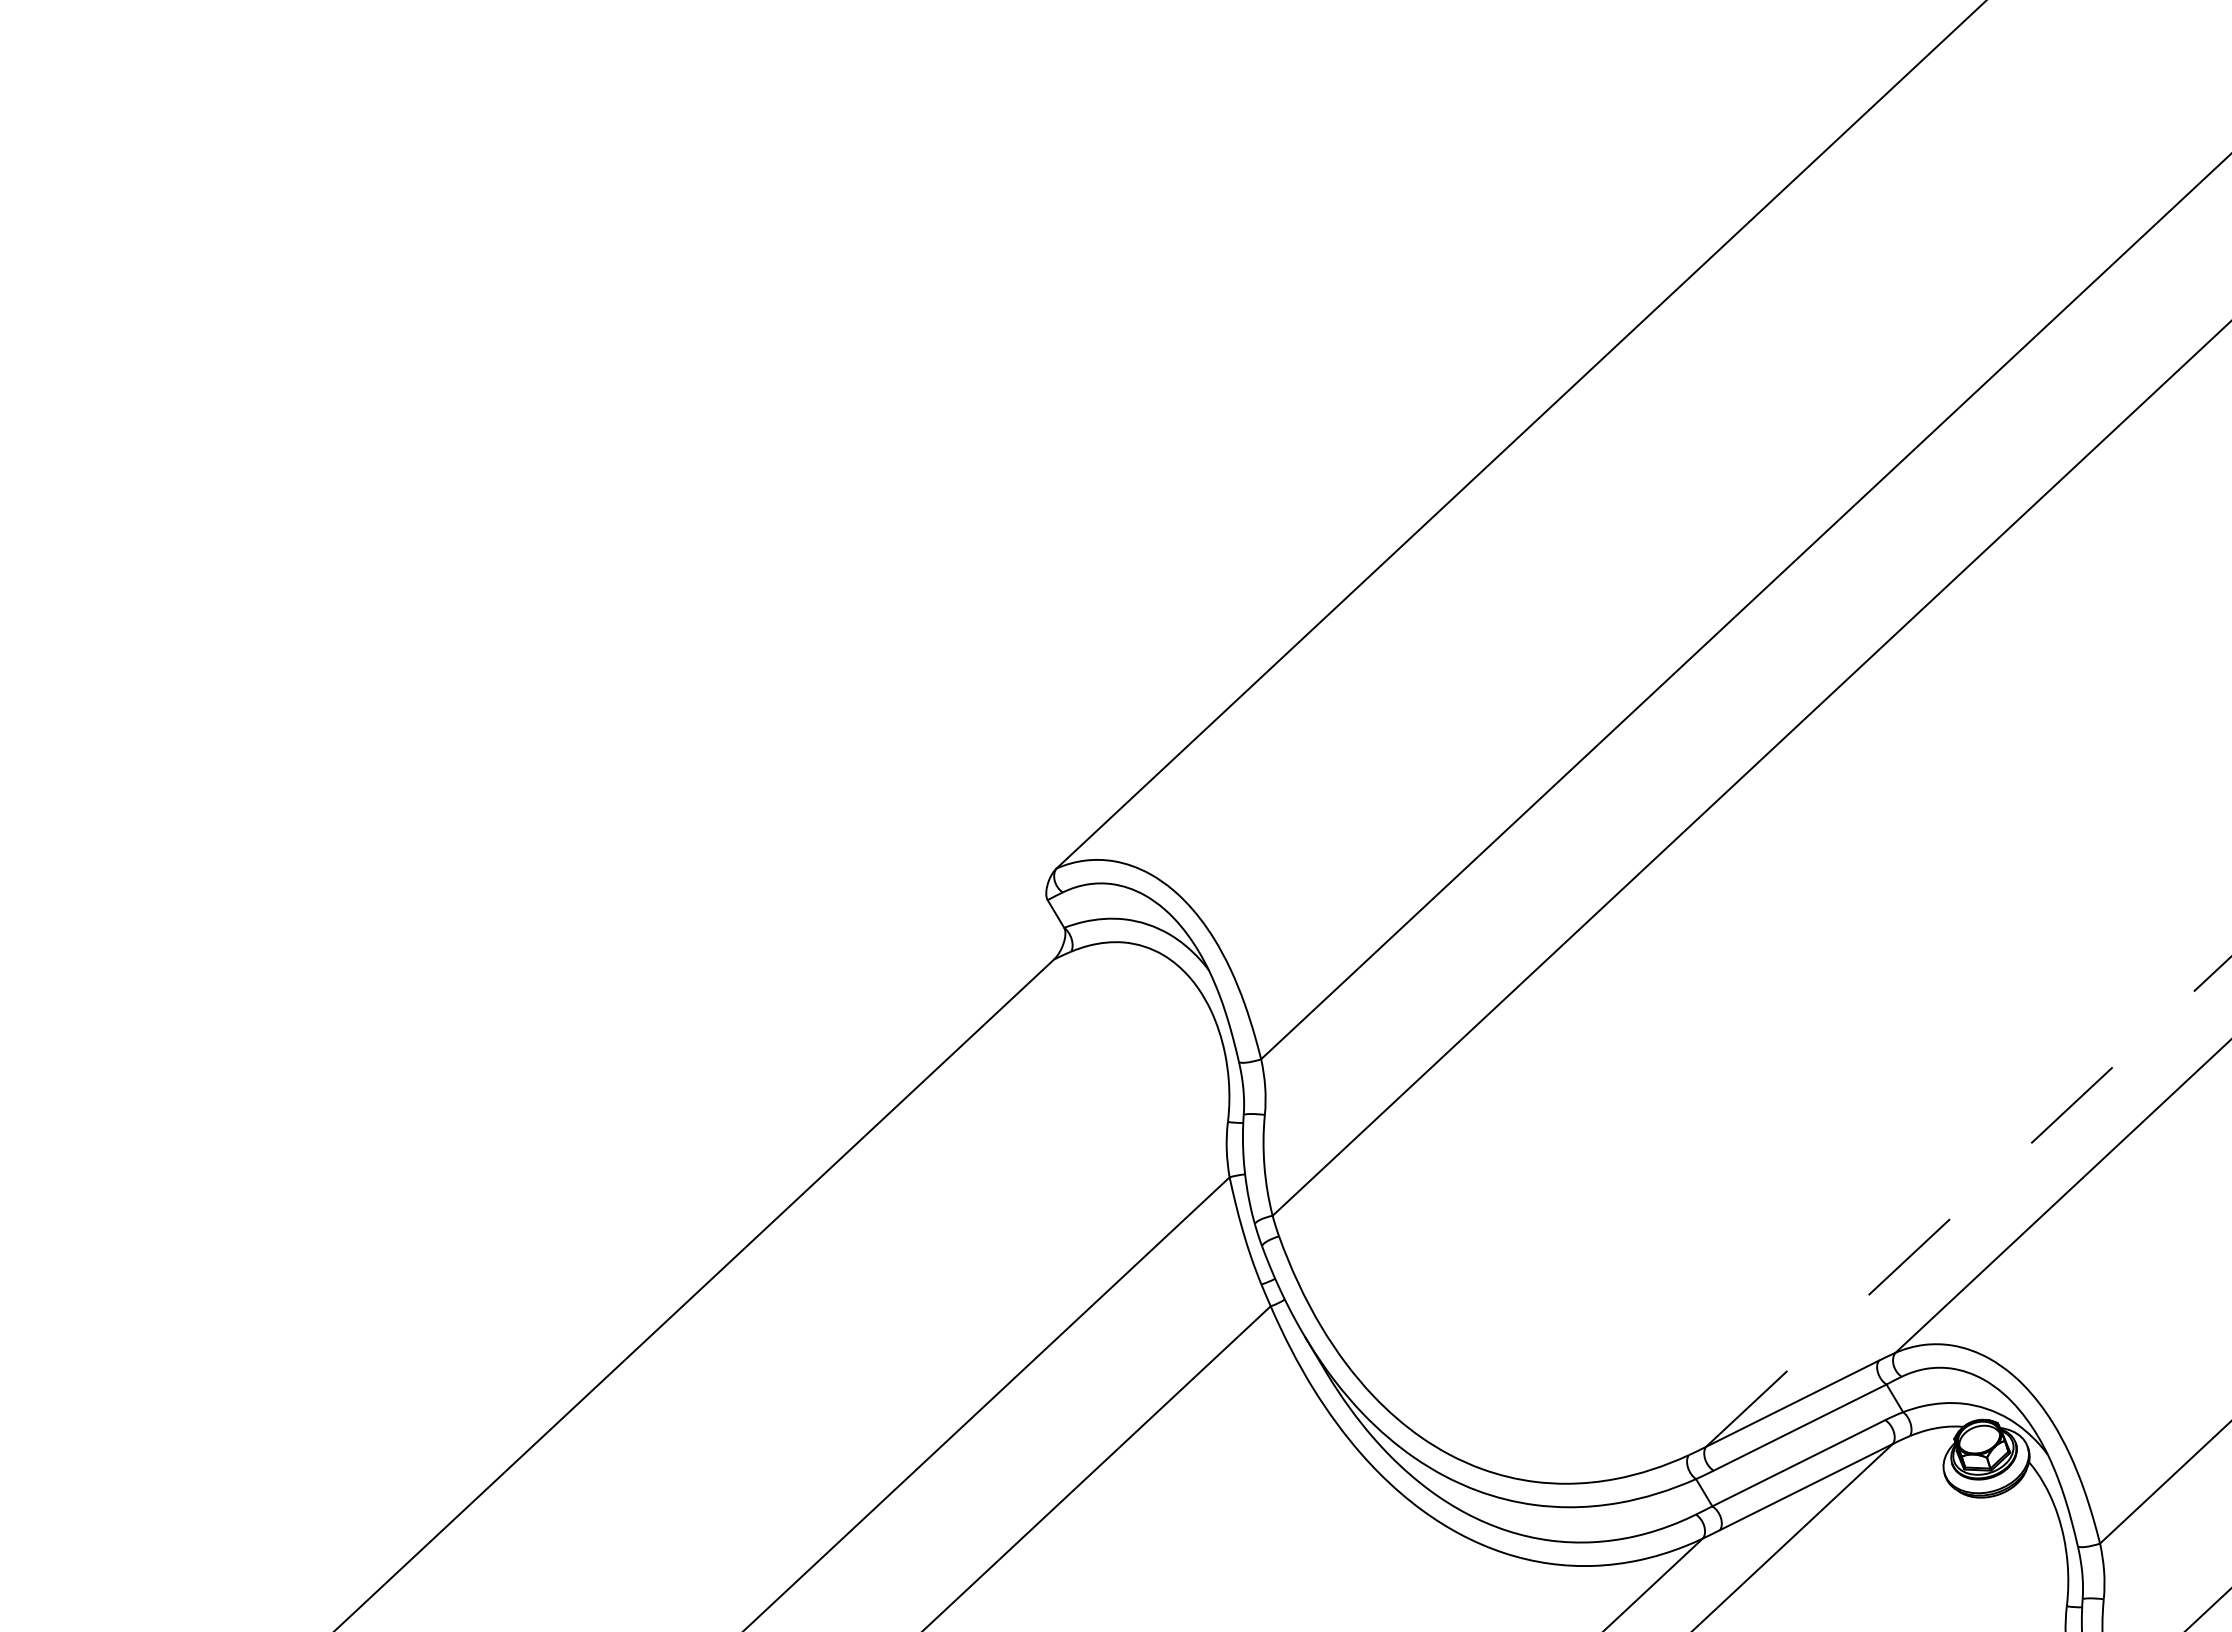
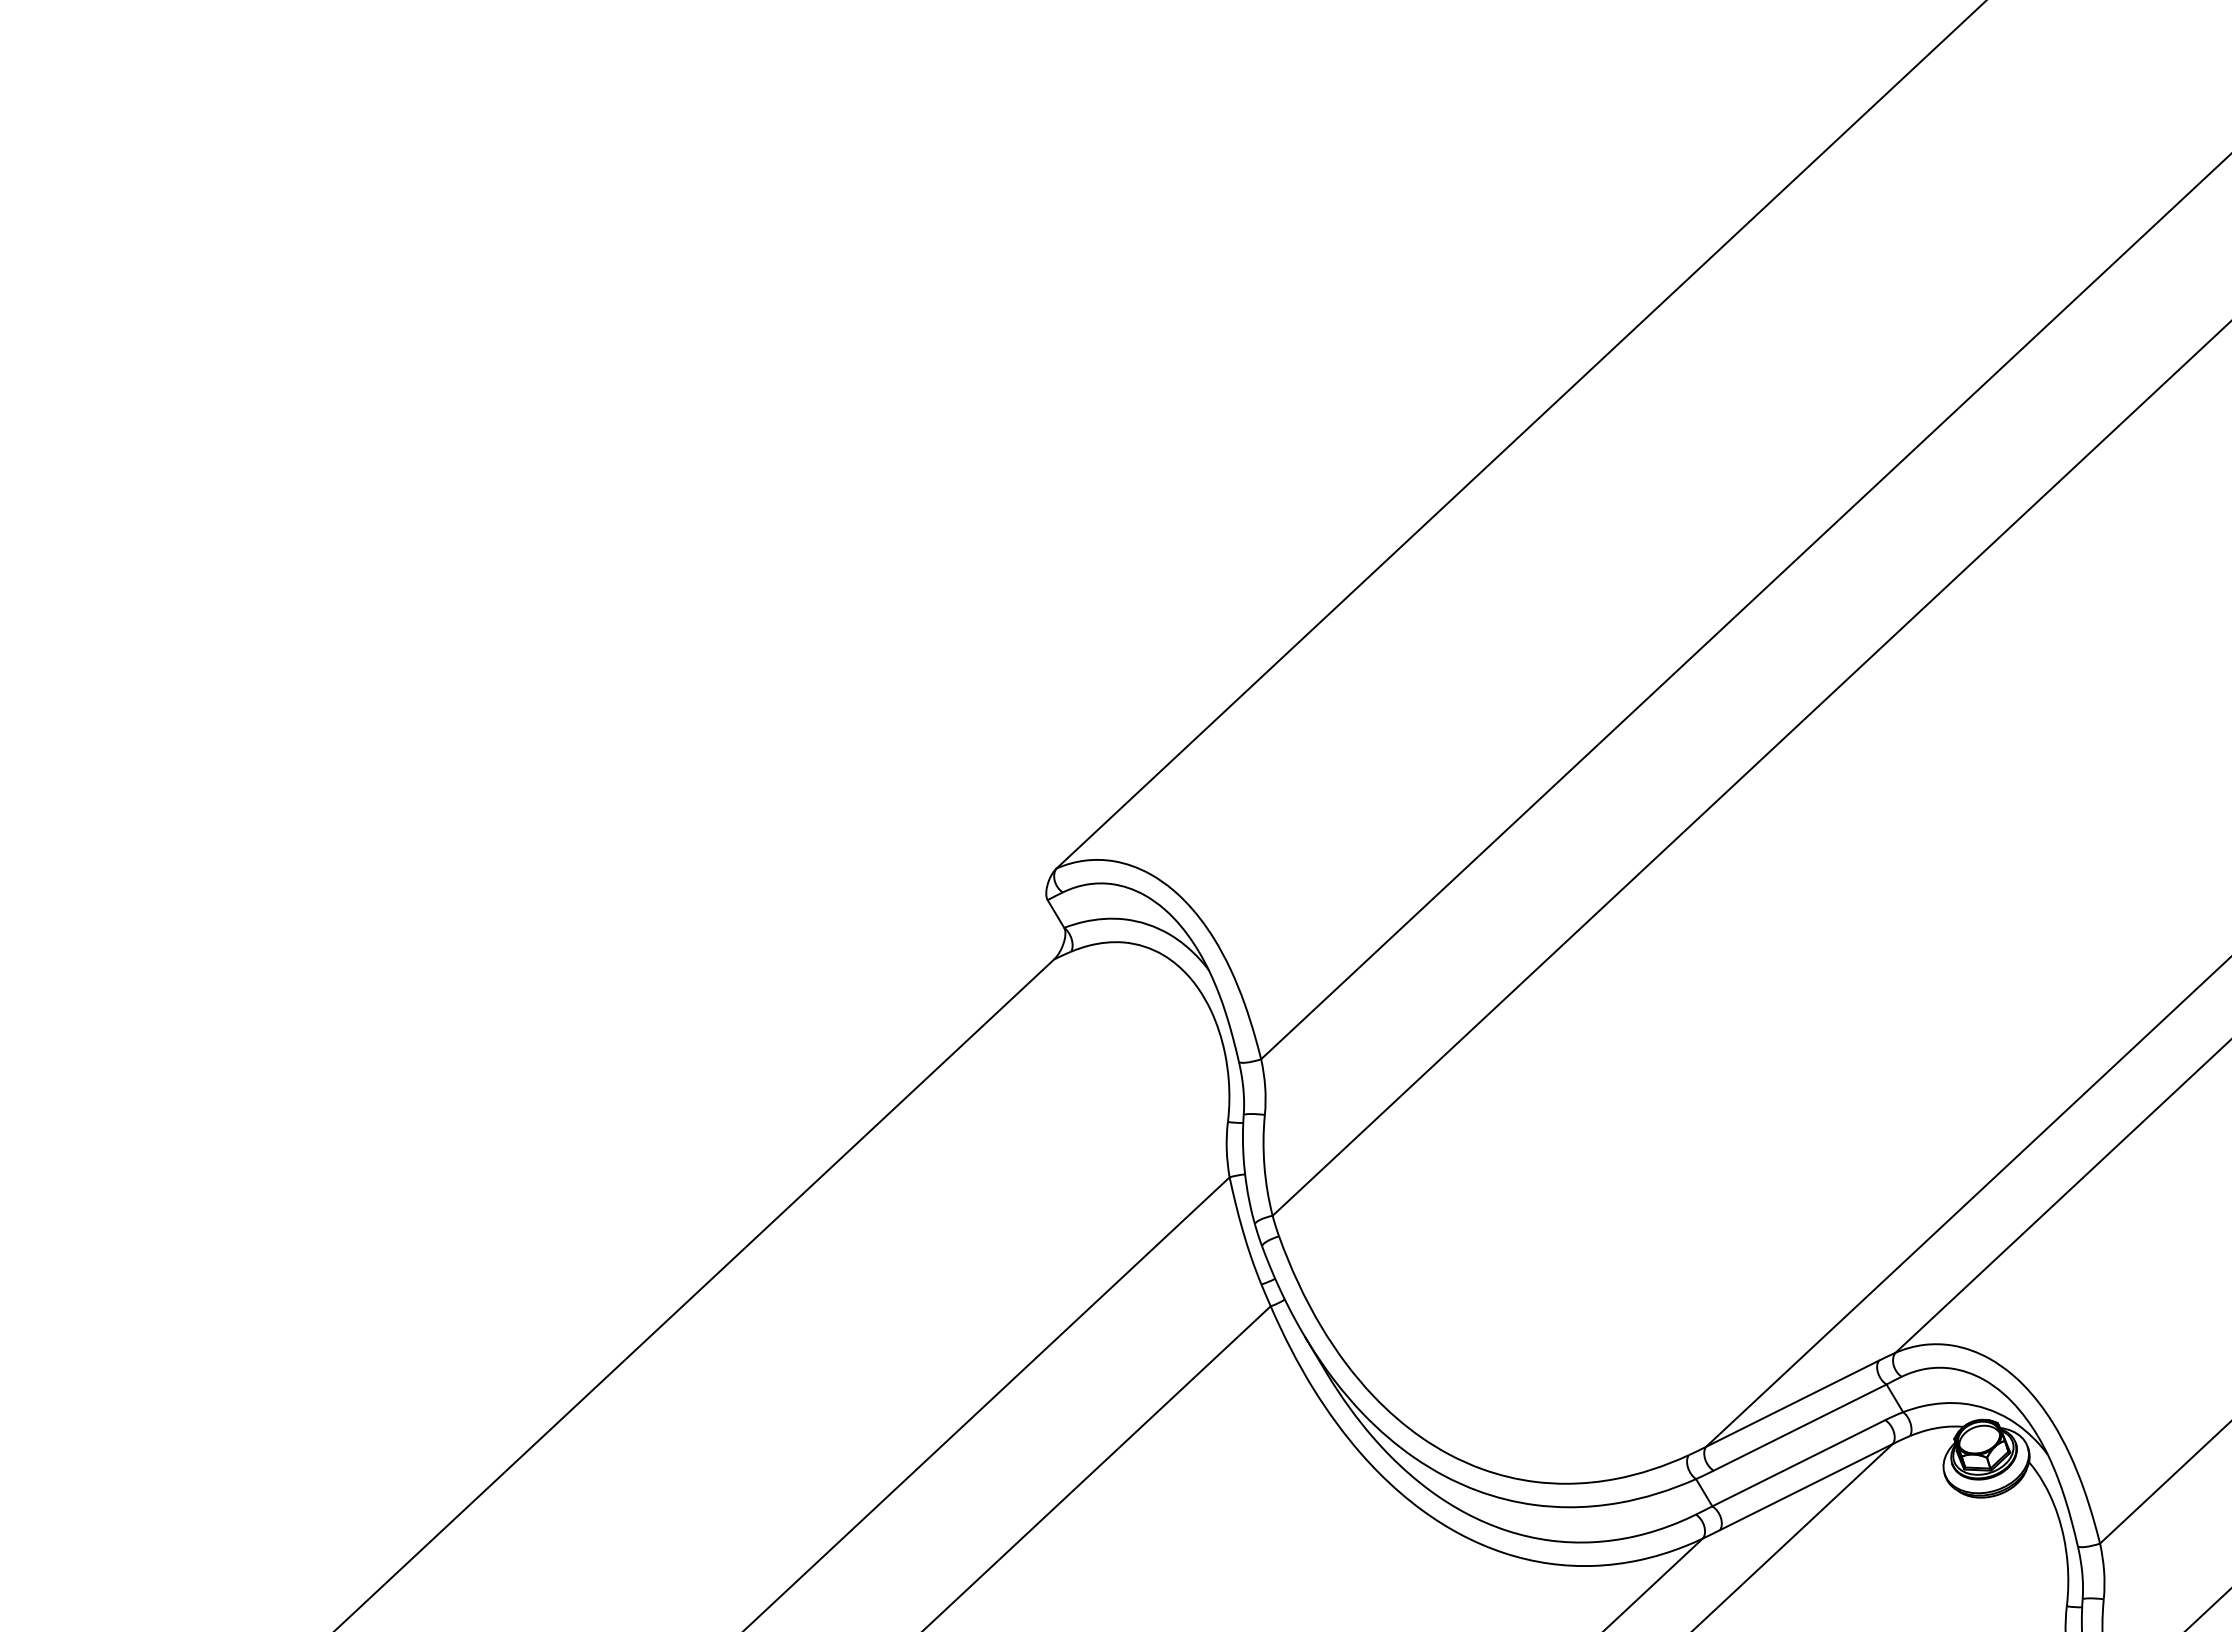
line at (1969, 1201): dashed -> solid
